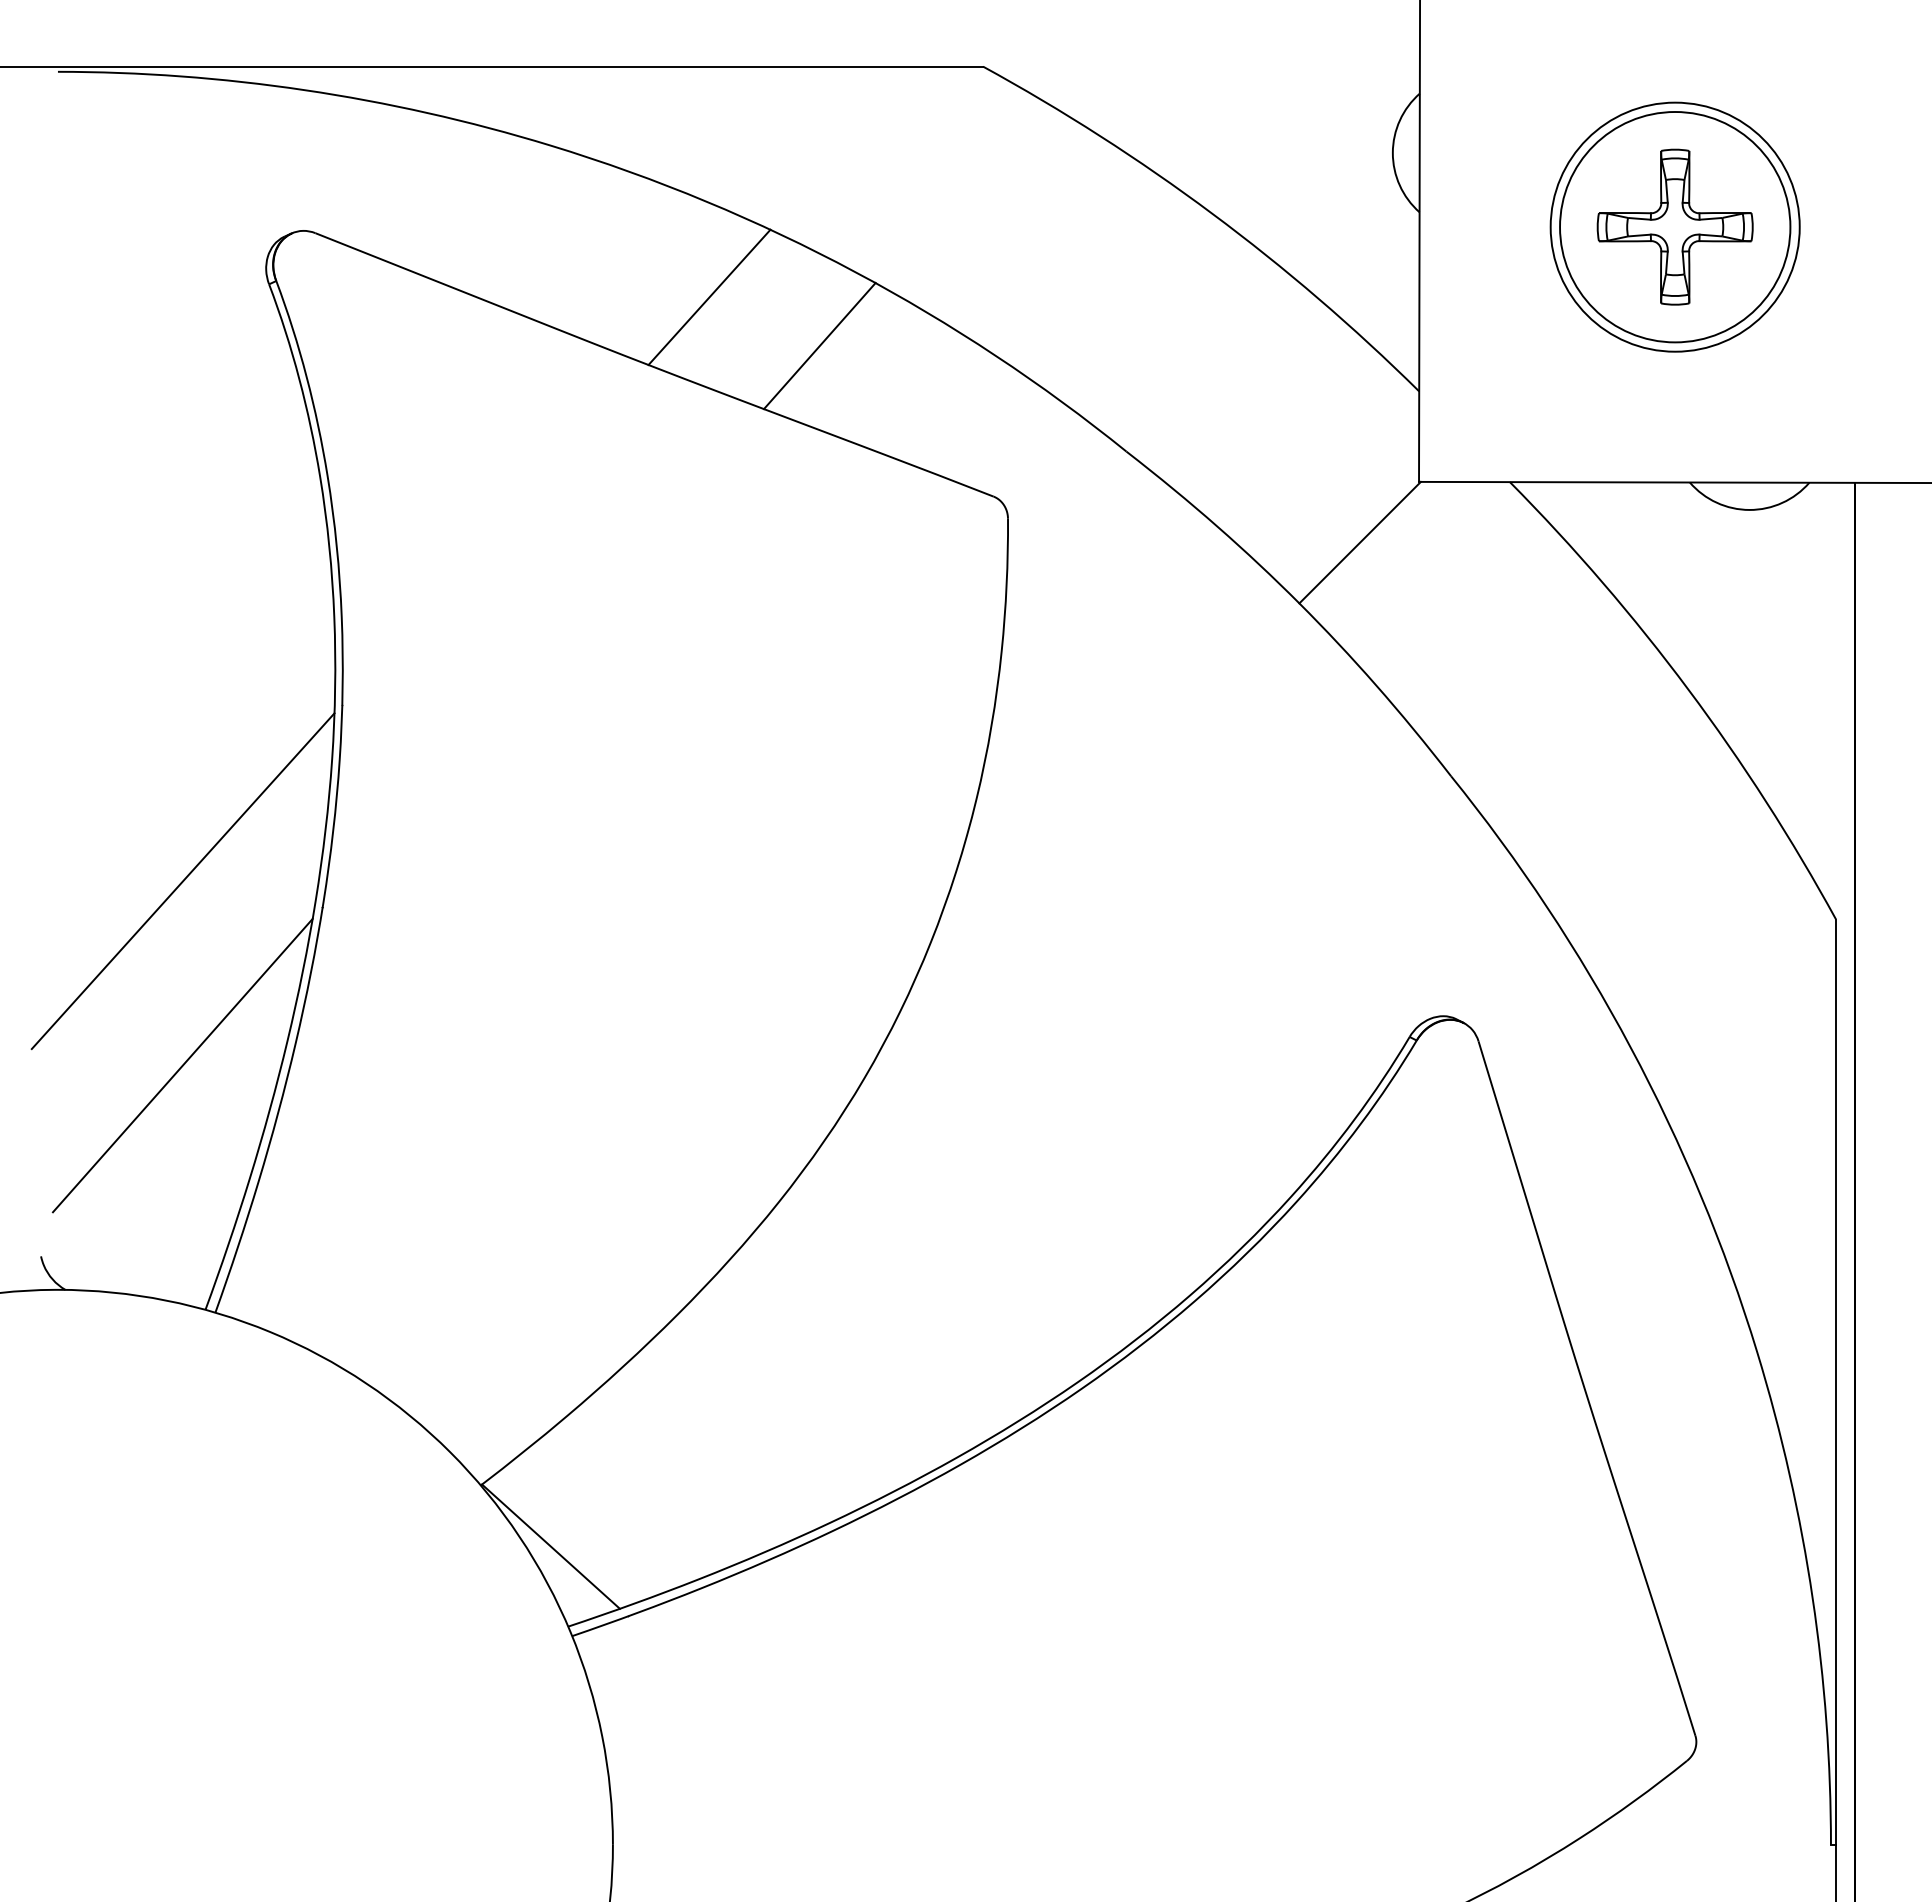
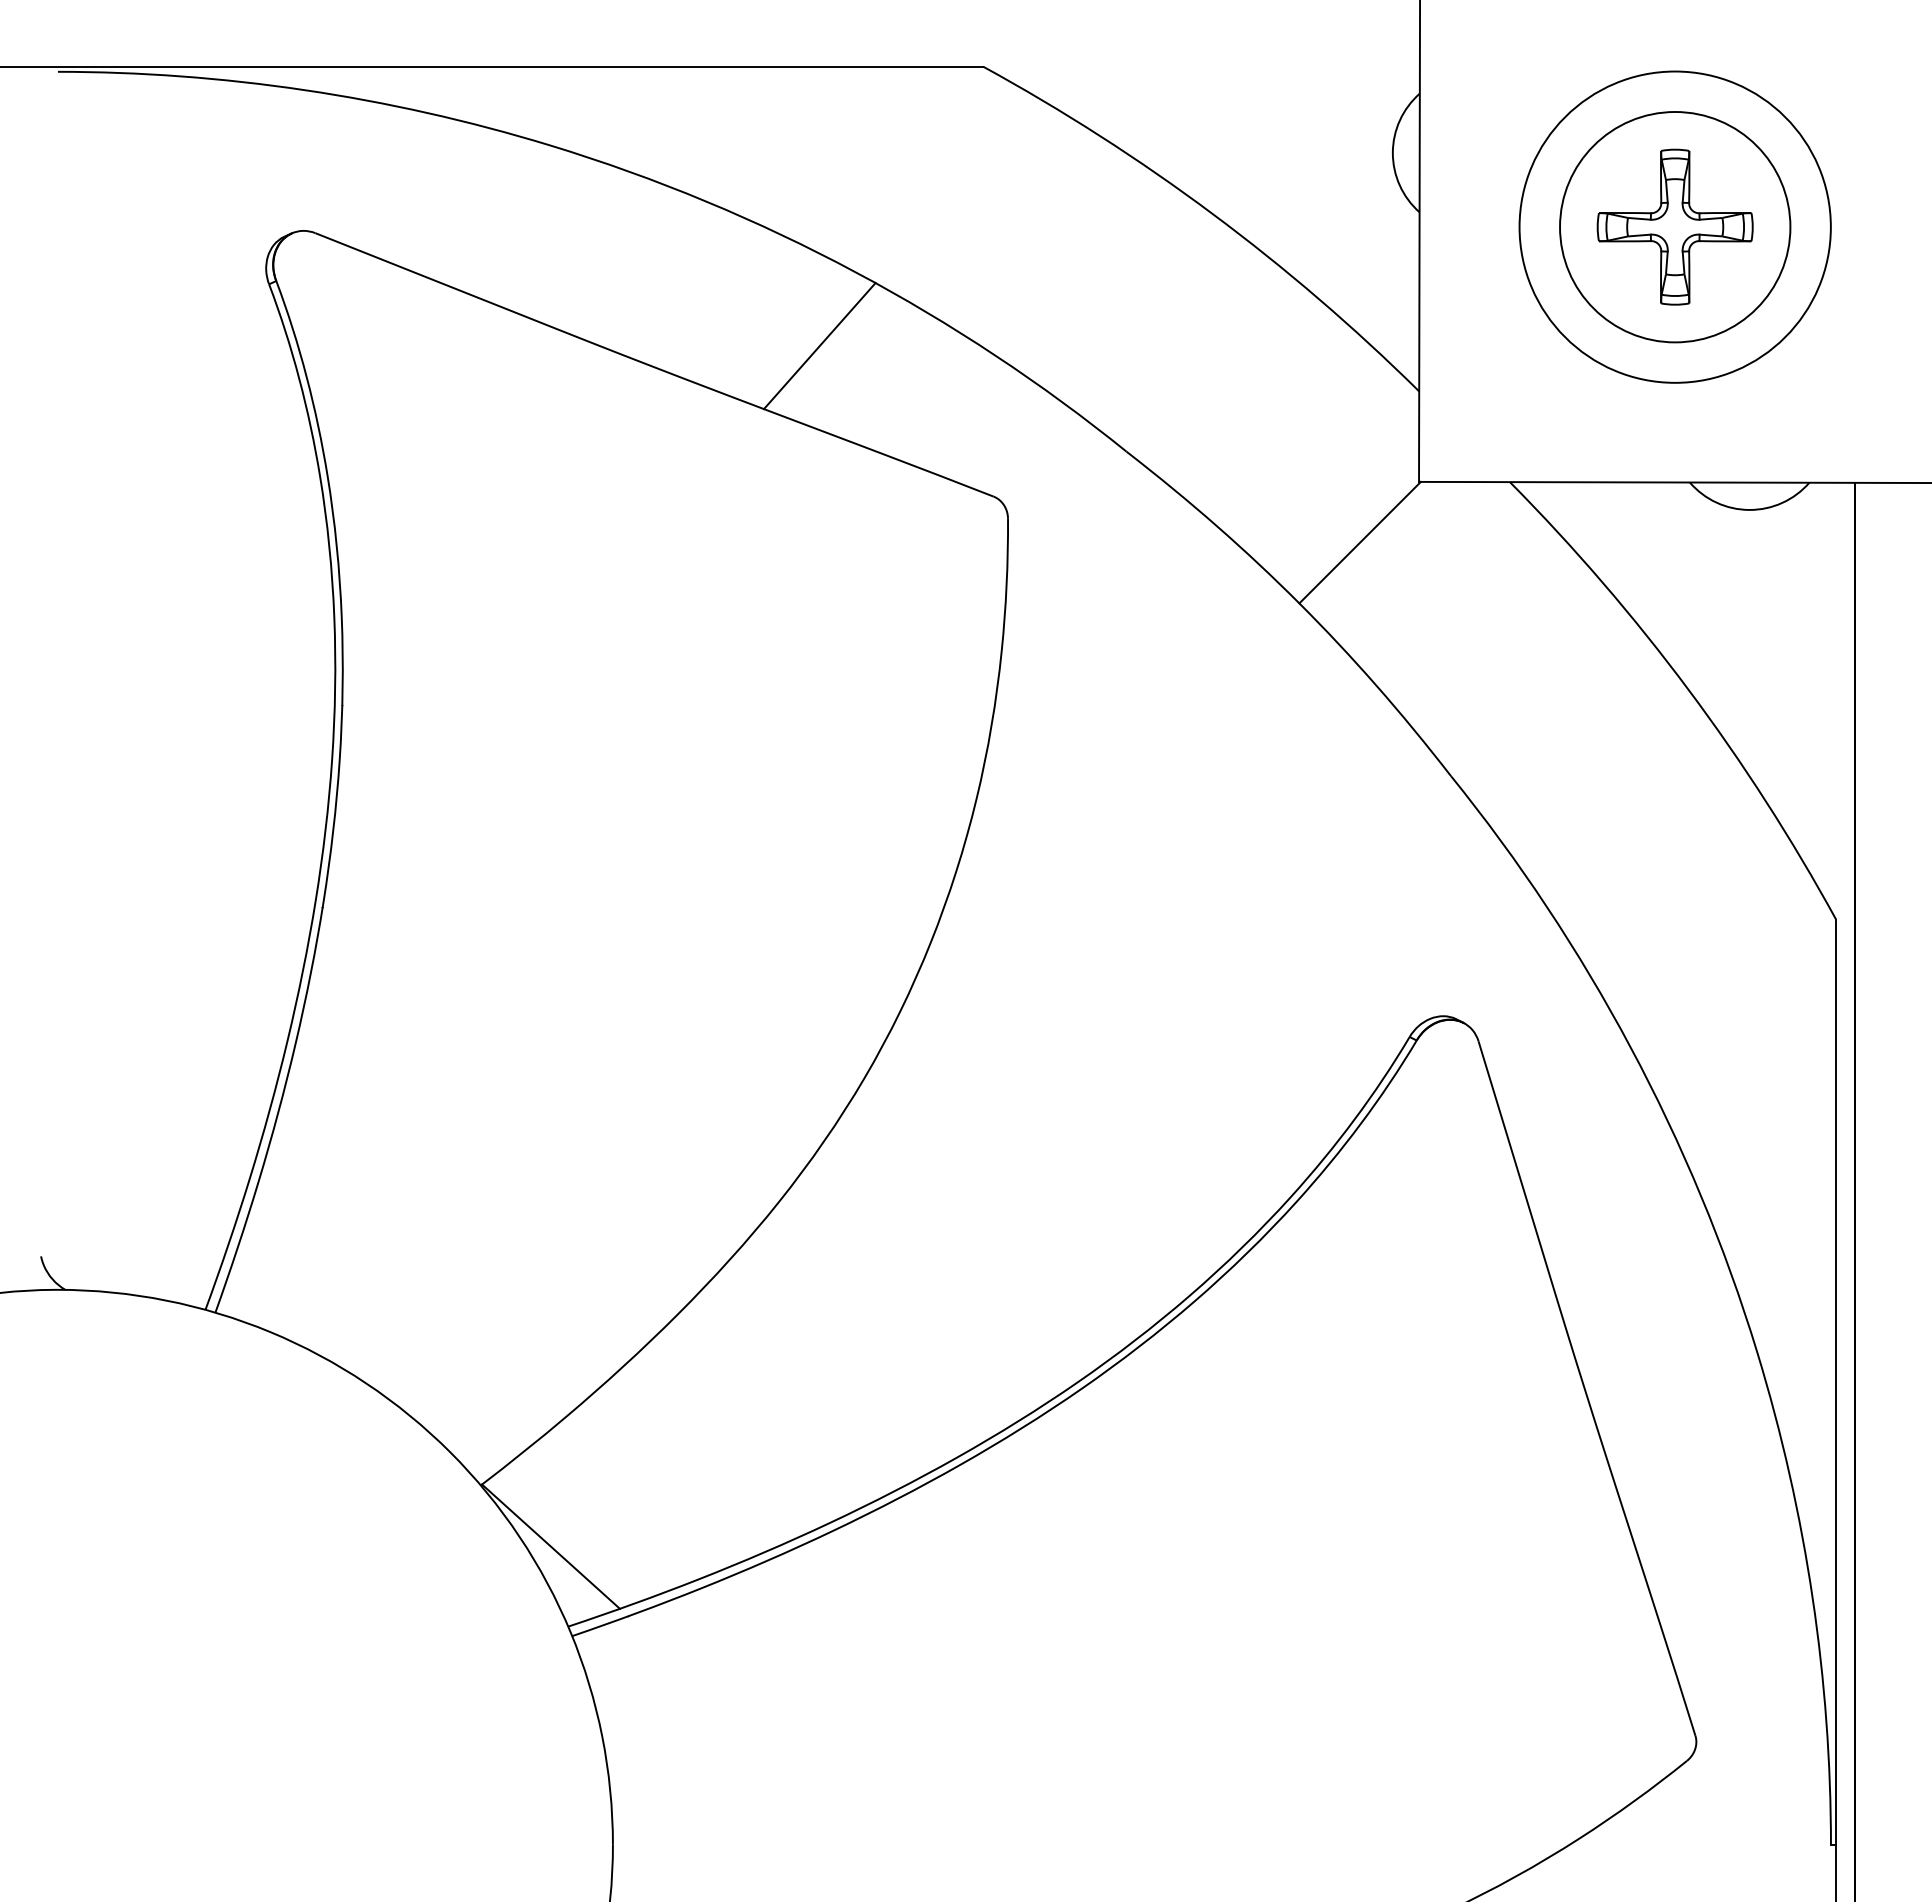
circle at (1674, 226) diameter: 249 px -> 311 px
line at (709, 297): present -> none
line at (182, 881): present -> none
line at (182, 1065): present -> none
